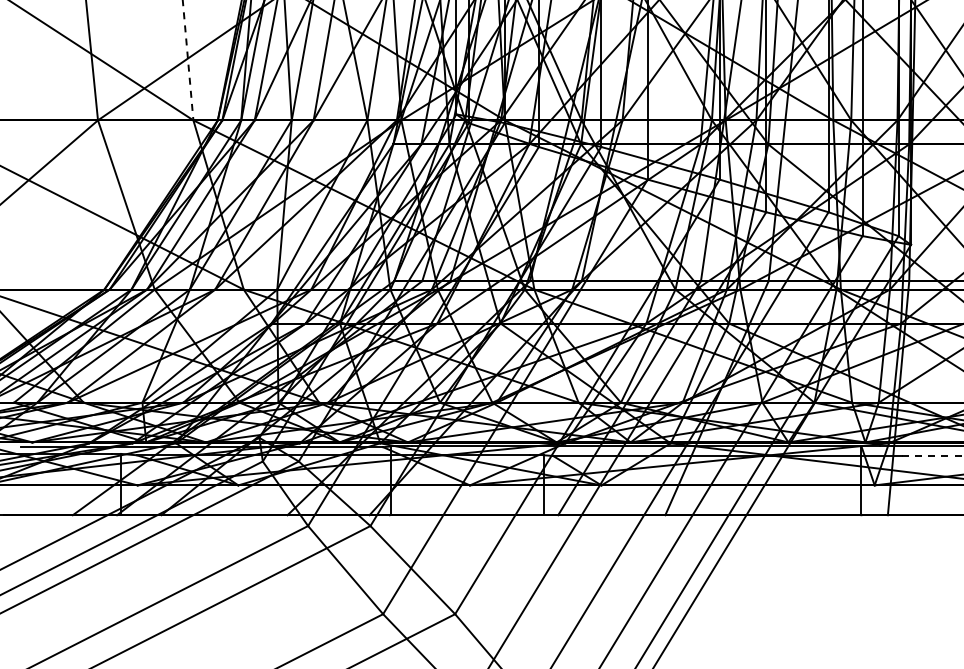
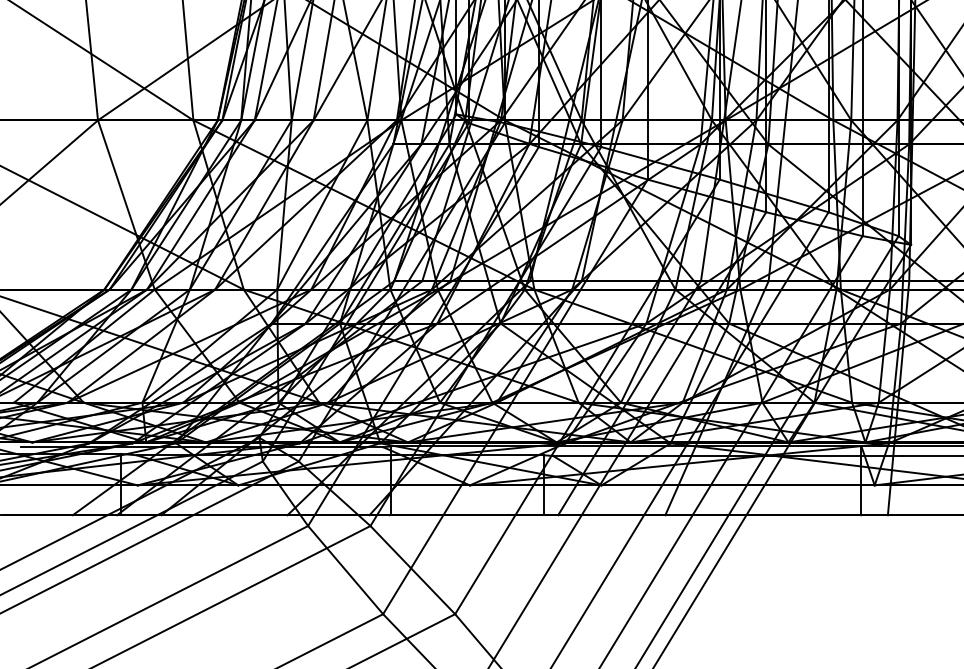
line at (188, 60): dashed -> solid
line at (932, 455): dashed -> solid
